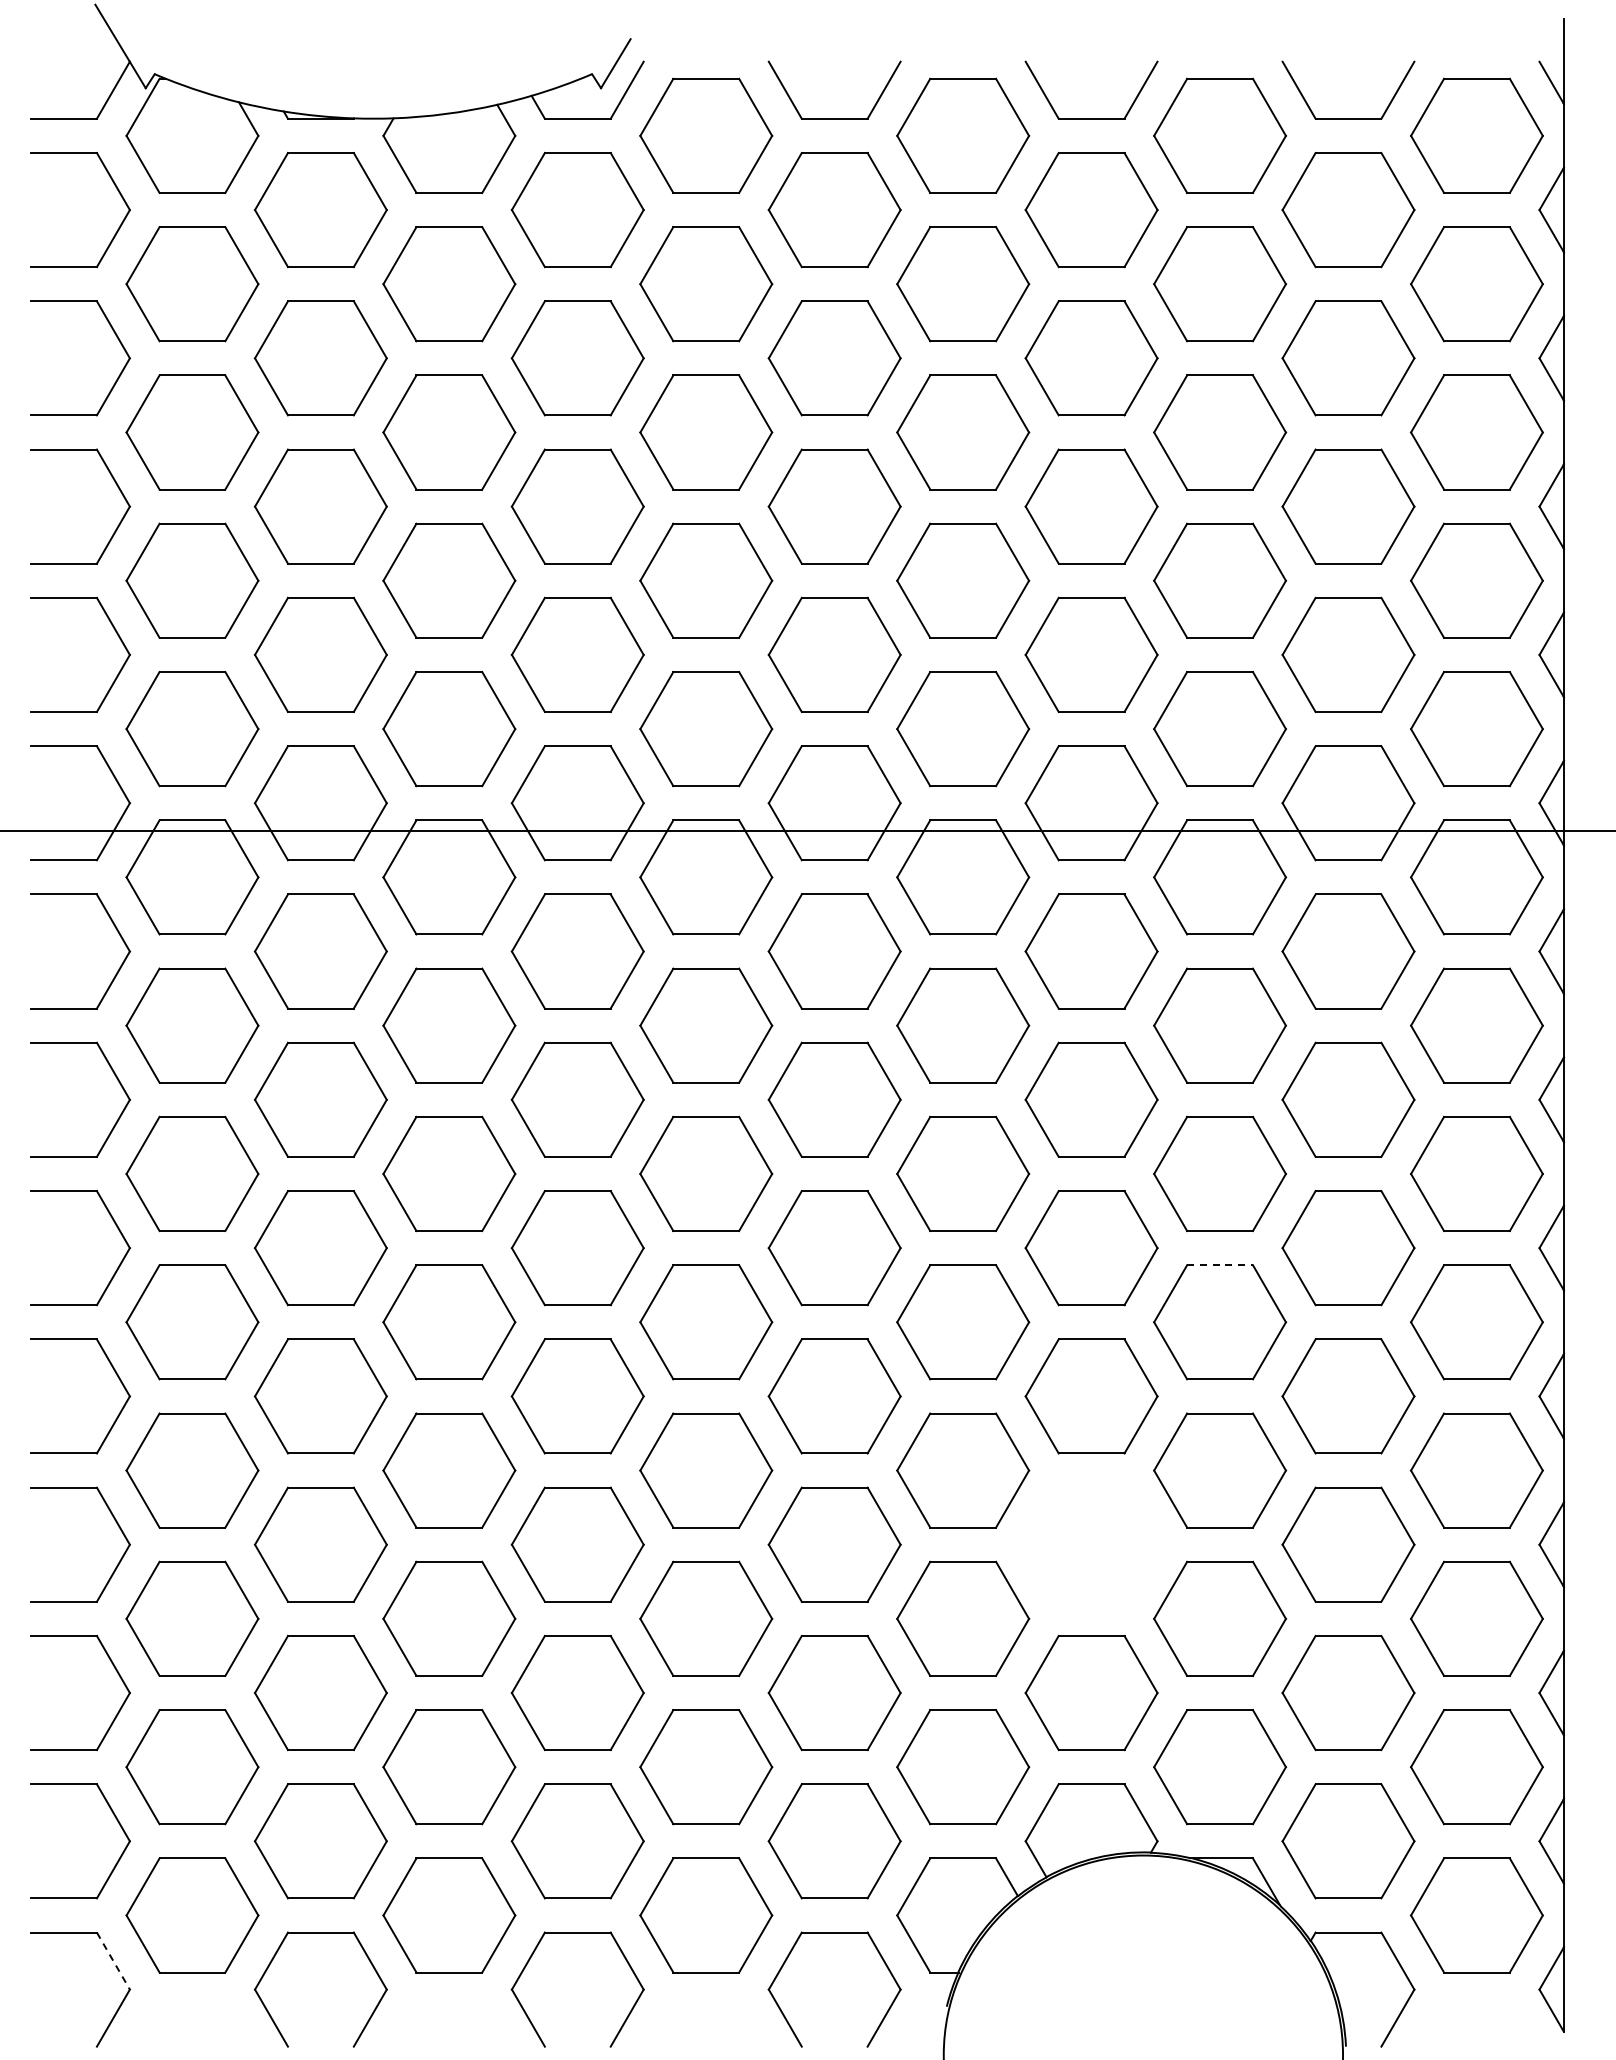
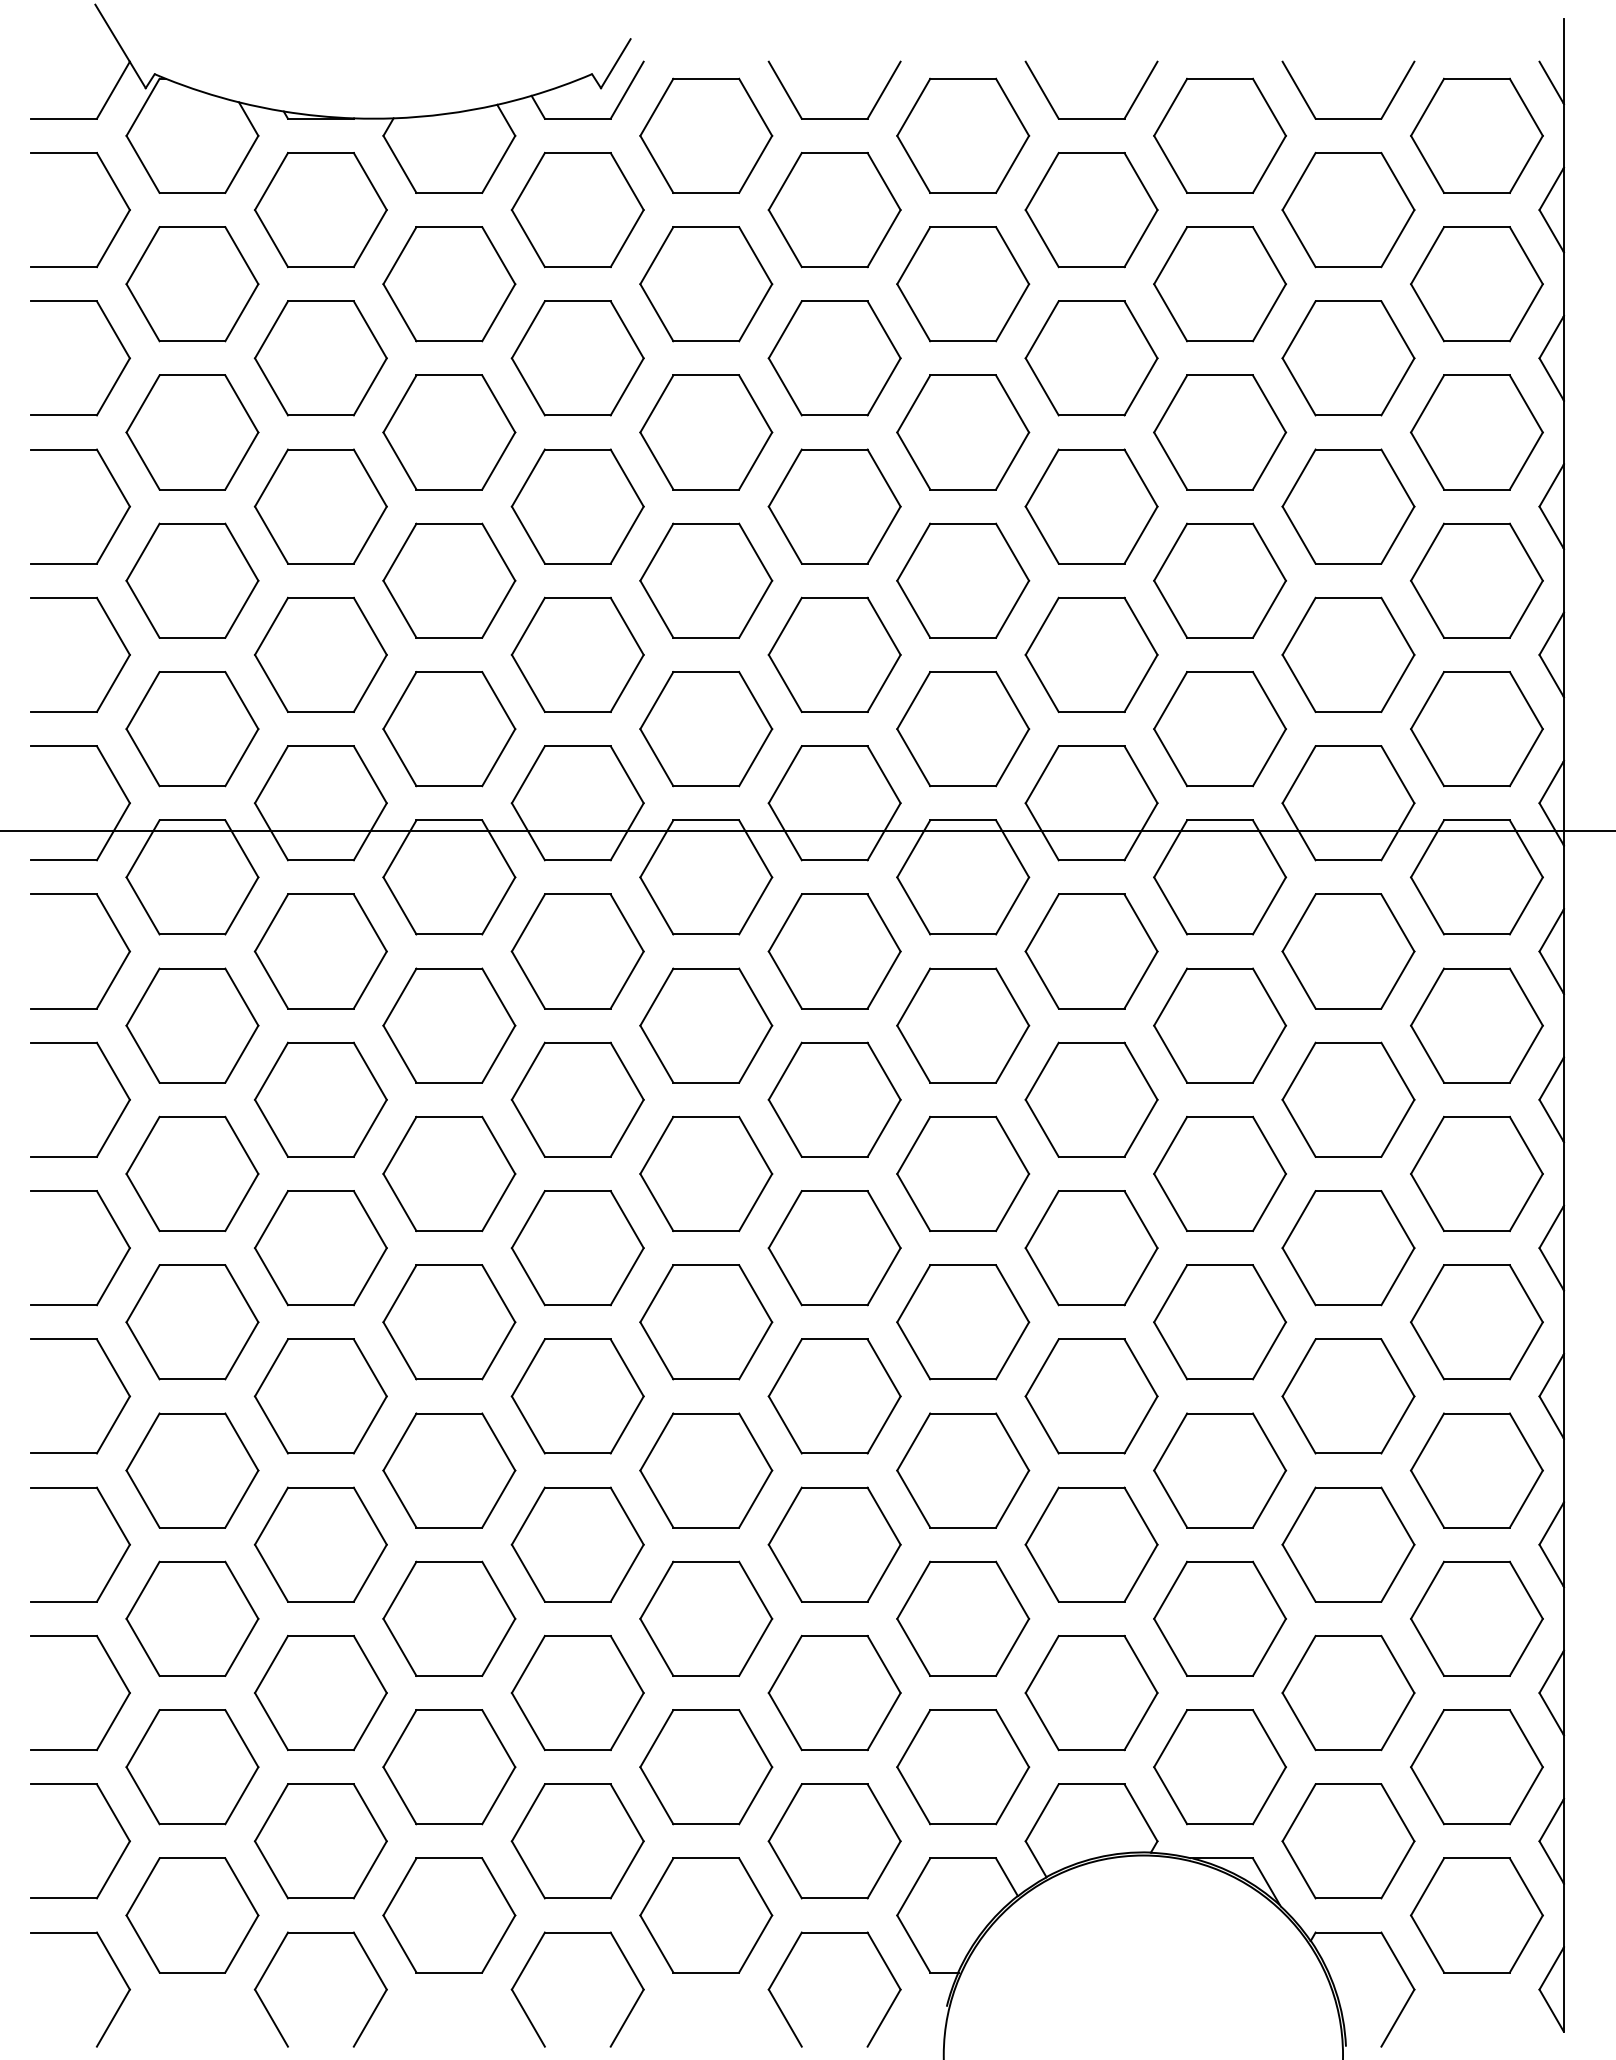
line at (1220, 1265): dashed -> solid
part at (1091, 1544): none -> present
line at (113, 1961): dashed -> solid
